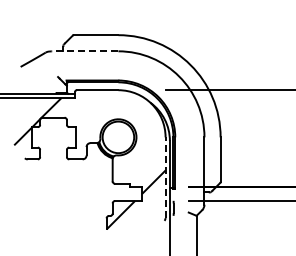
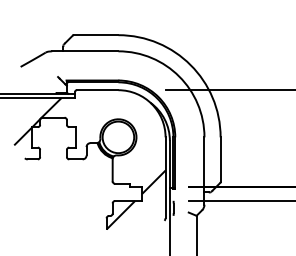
line at (84, 51): dashed -> solid
line at (165, 177): dashed -> solid
